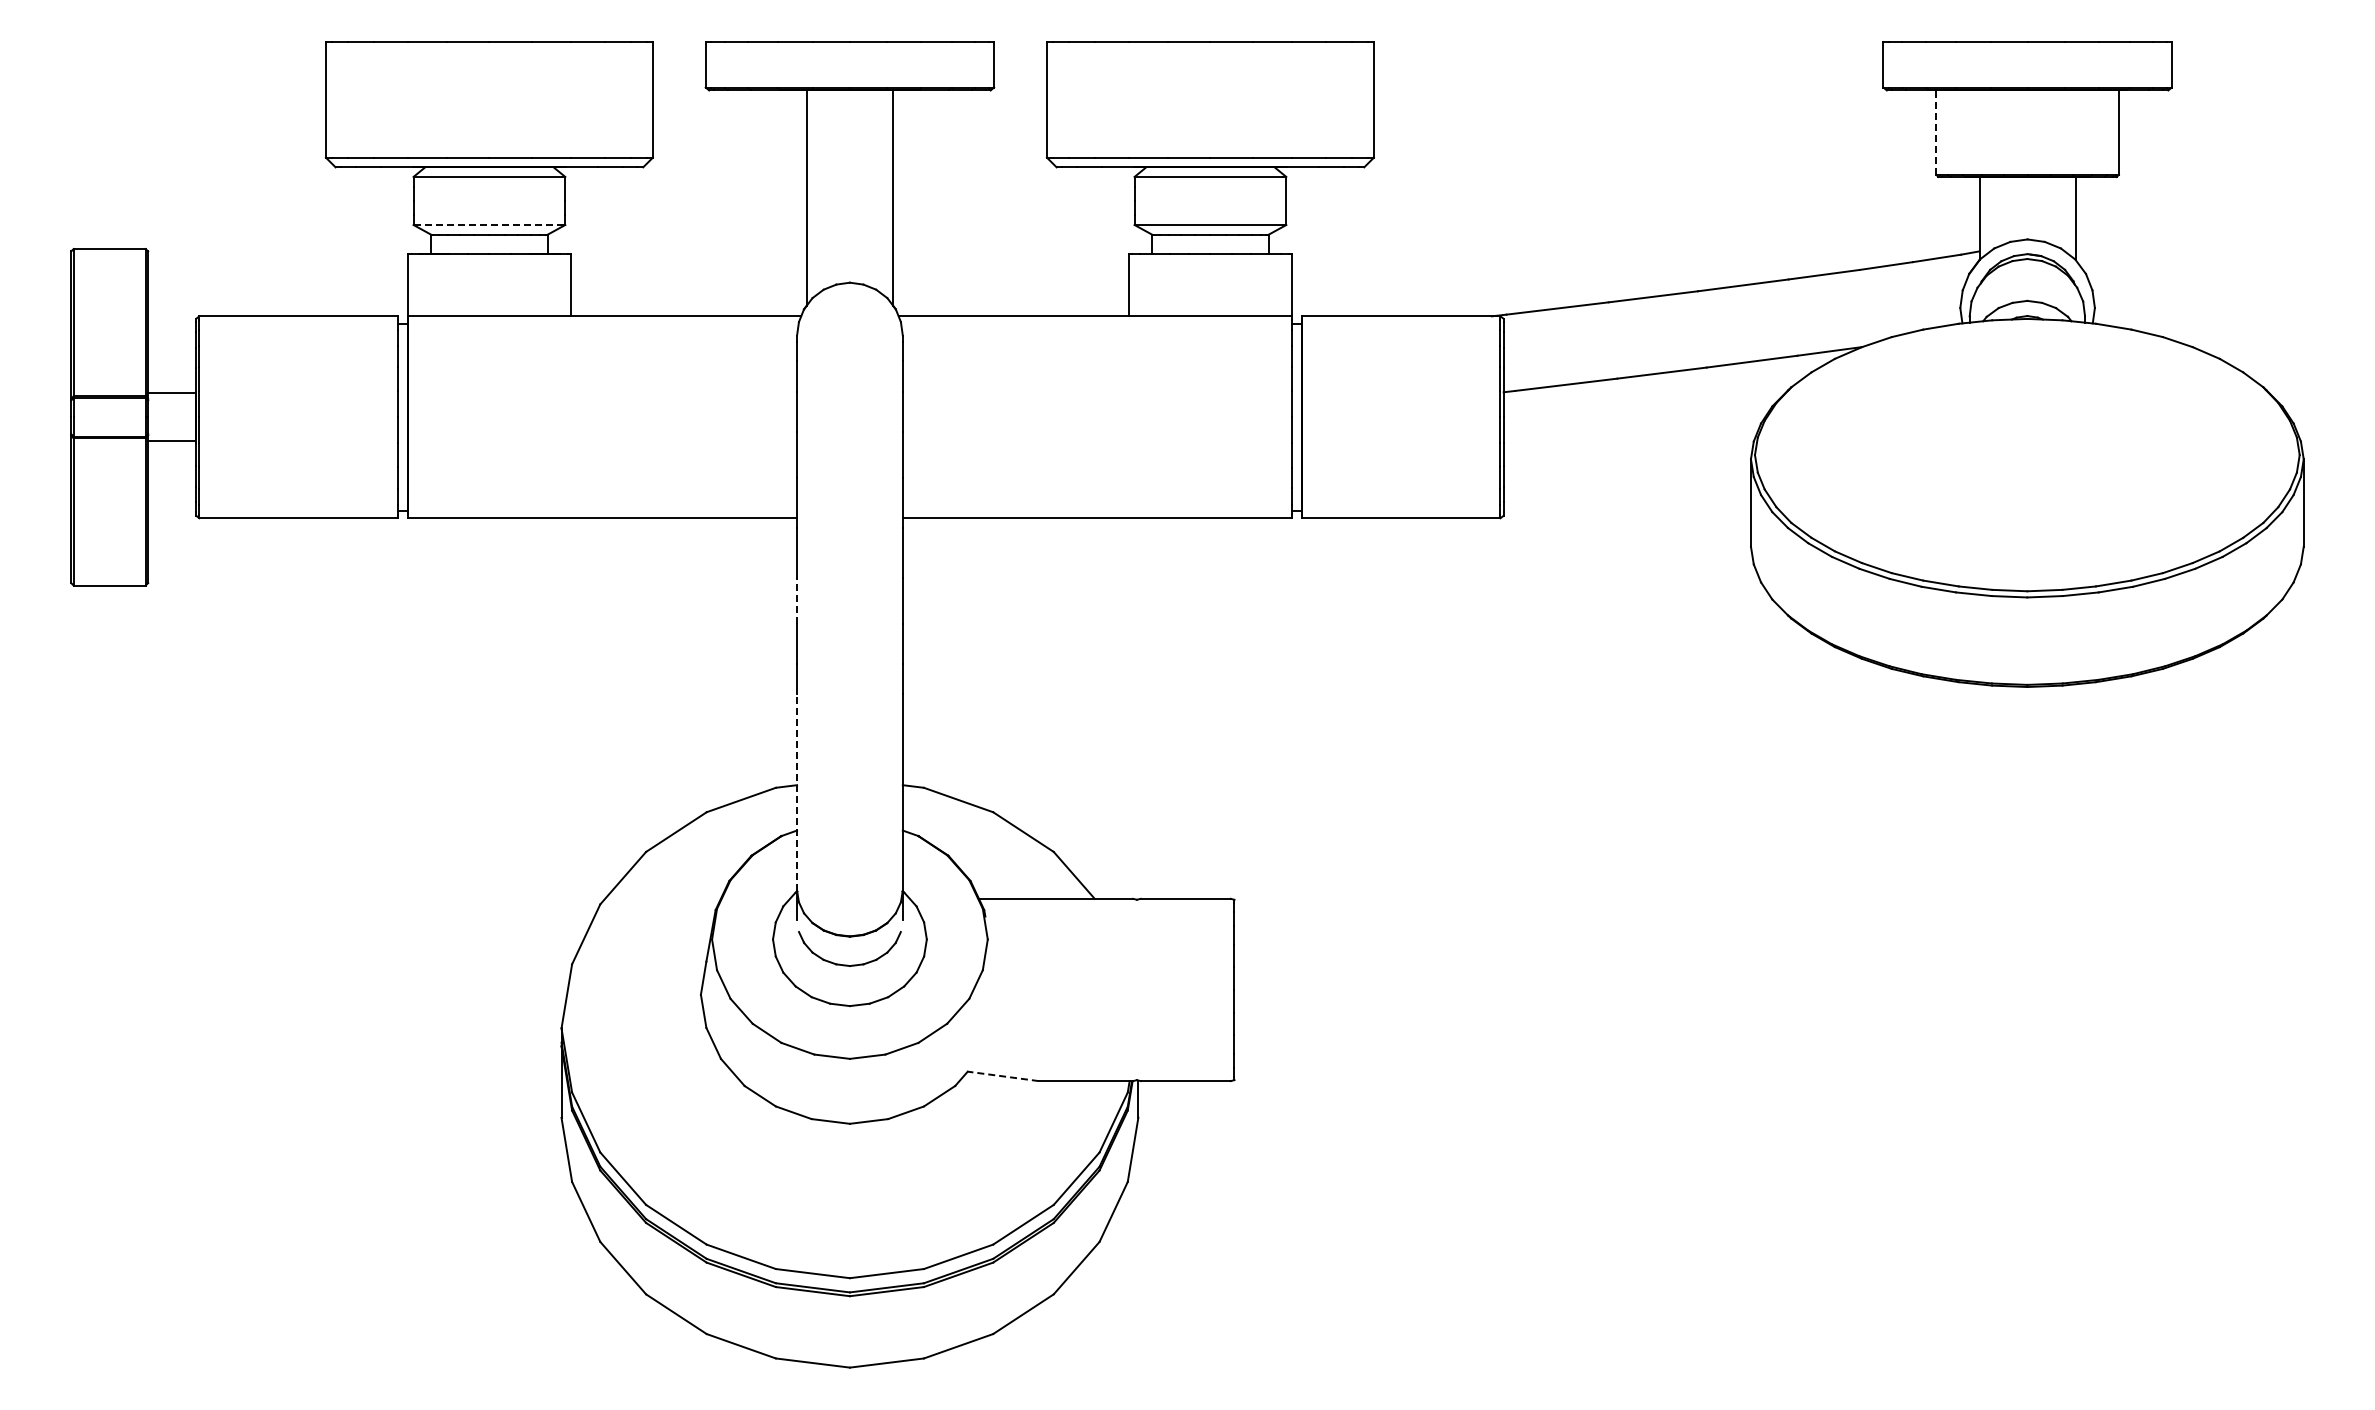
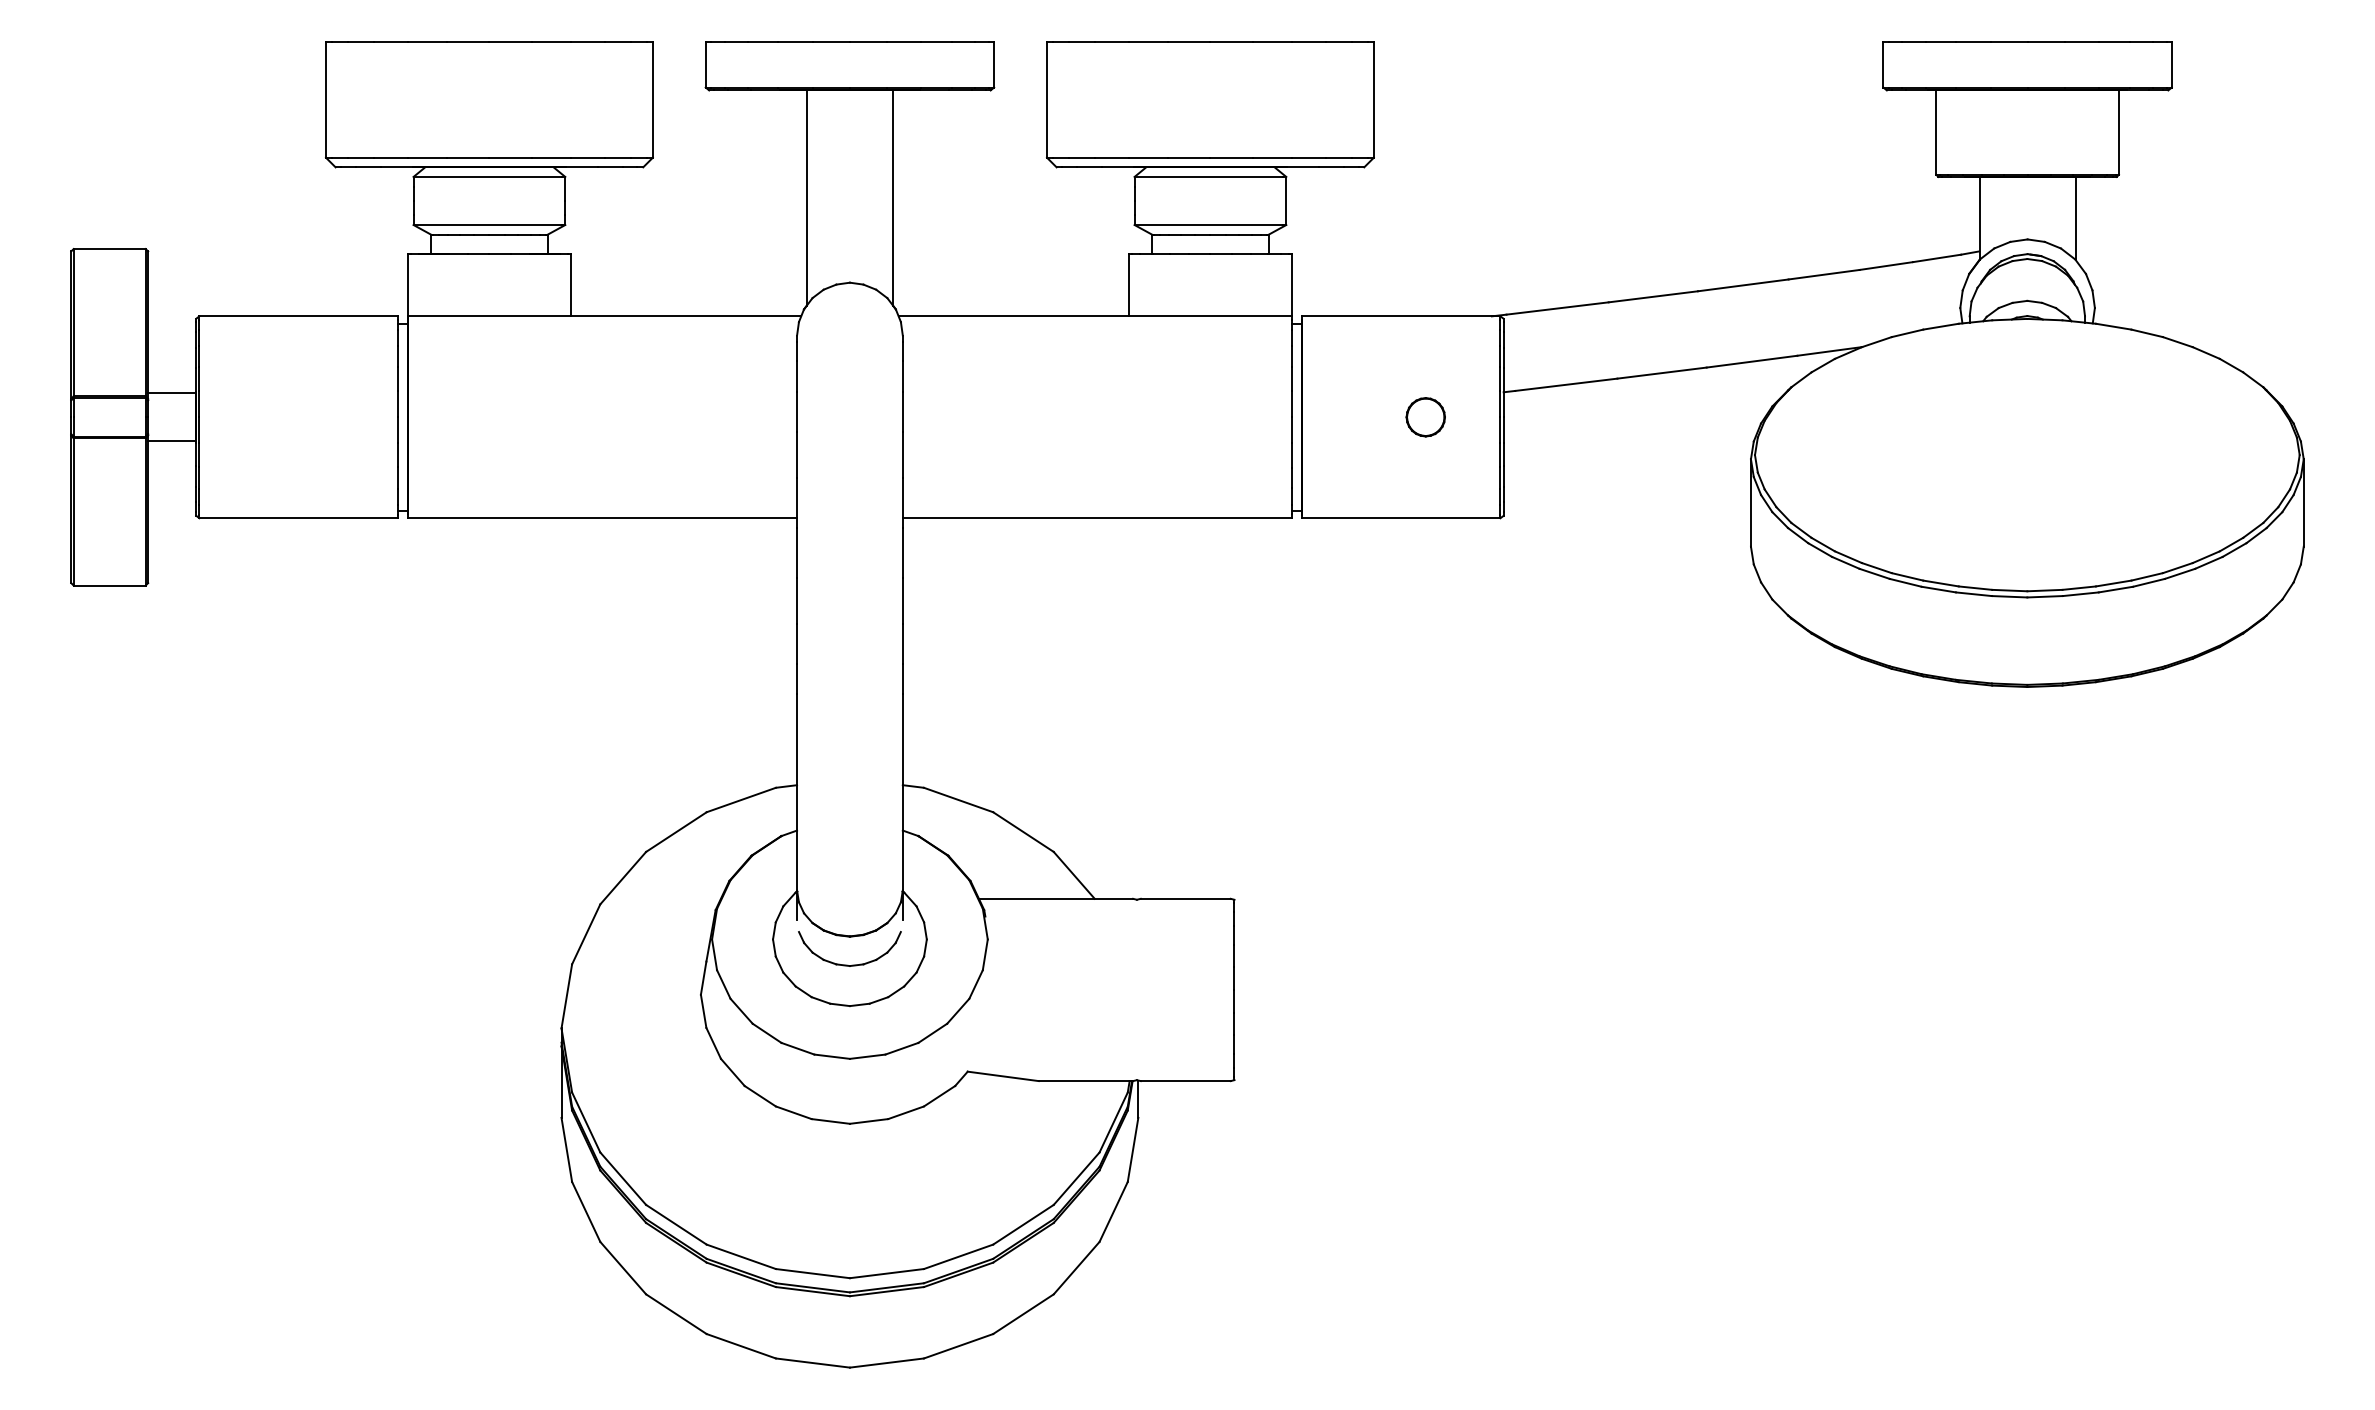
line at (1936, 132): dashed -> solid
line at (488, 225): dashed -> solid
part at (1425, 417): none -> present
line at (797, 600): dashed -> solid
line at (797, 791): dashed -> solid
line at (1003, 1076): dashed -> solid
